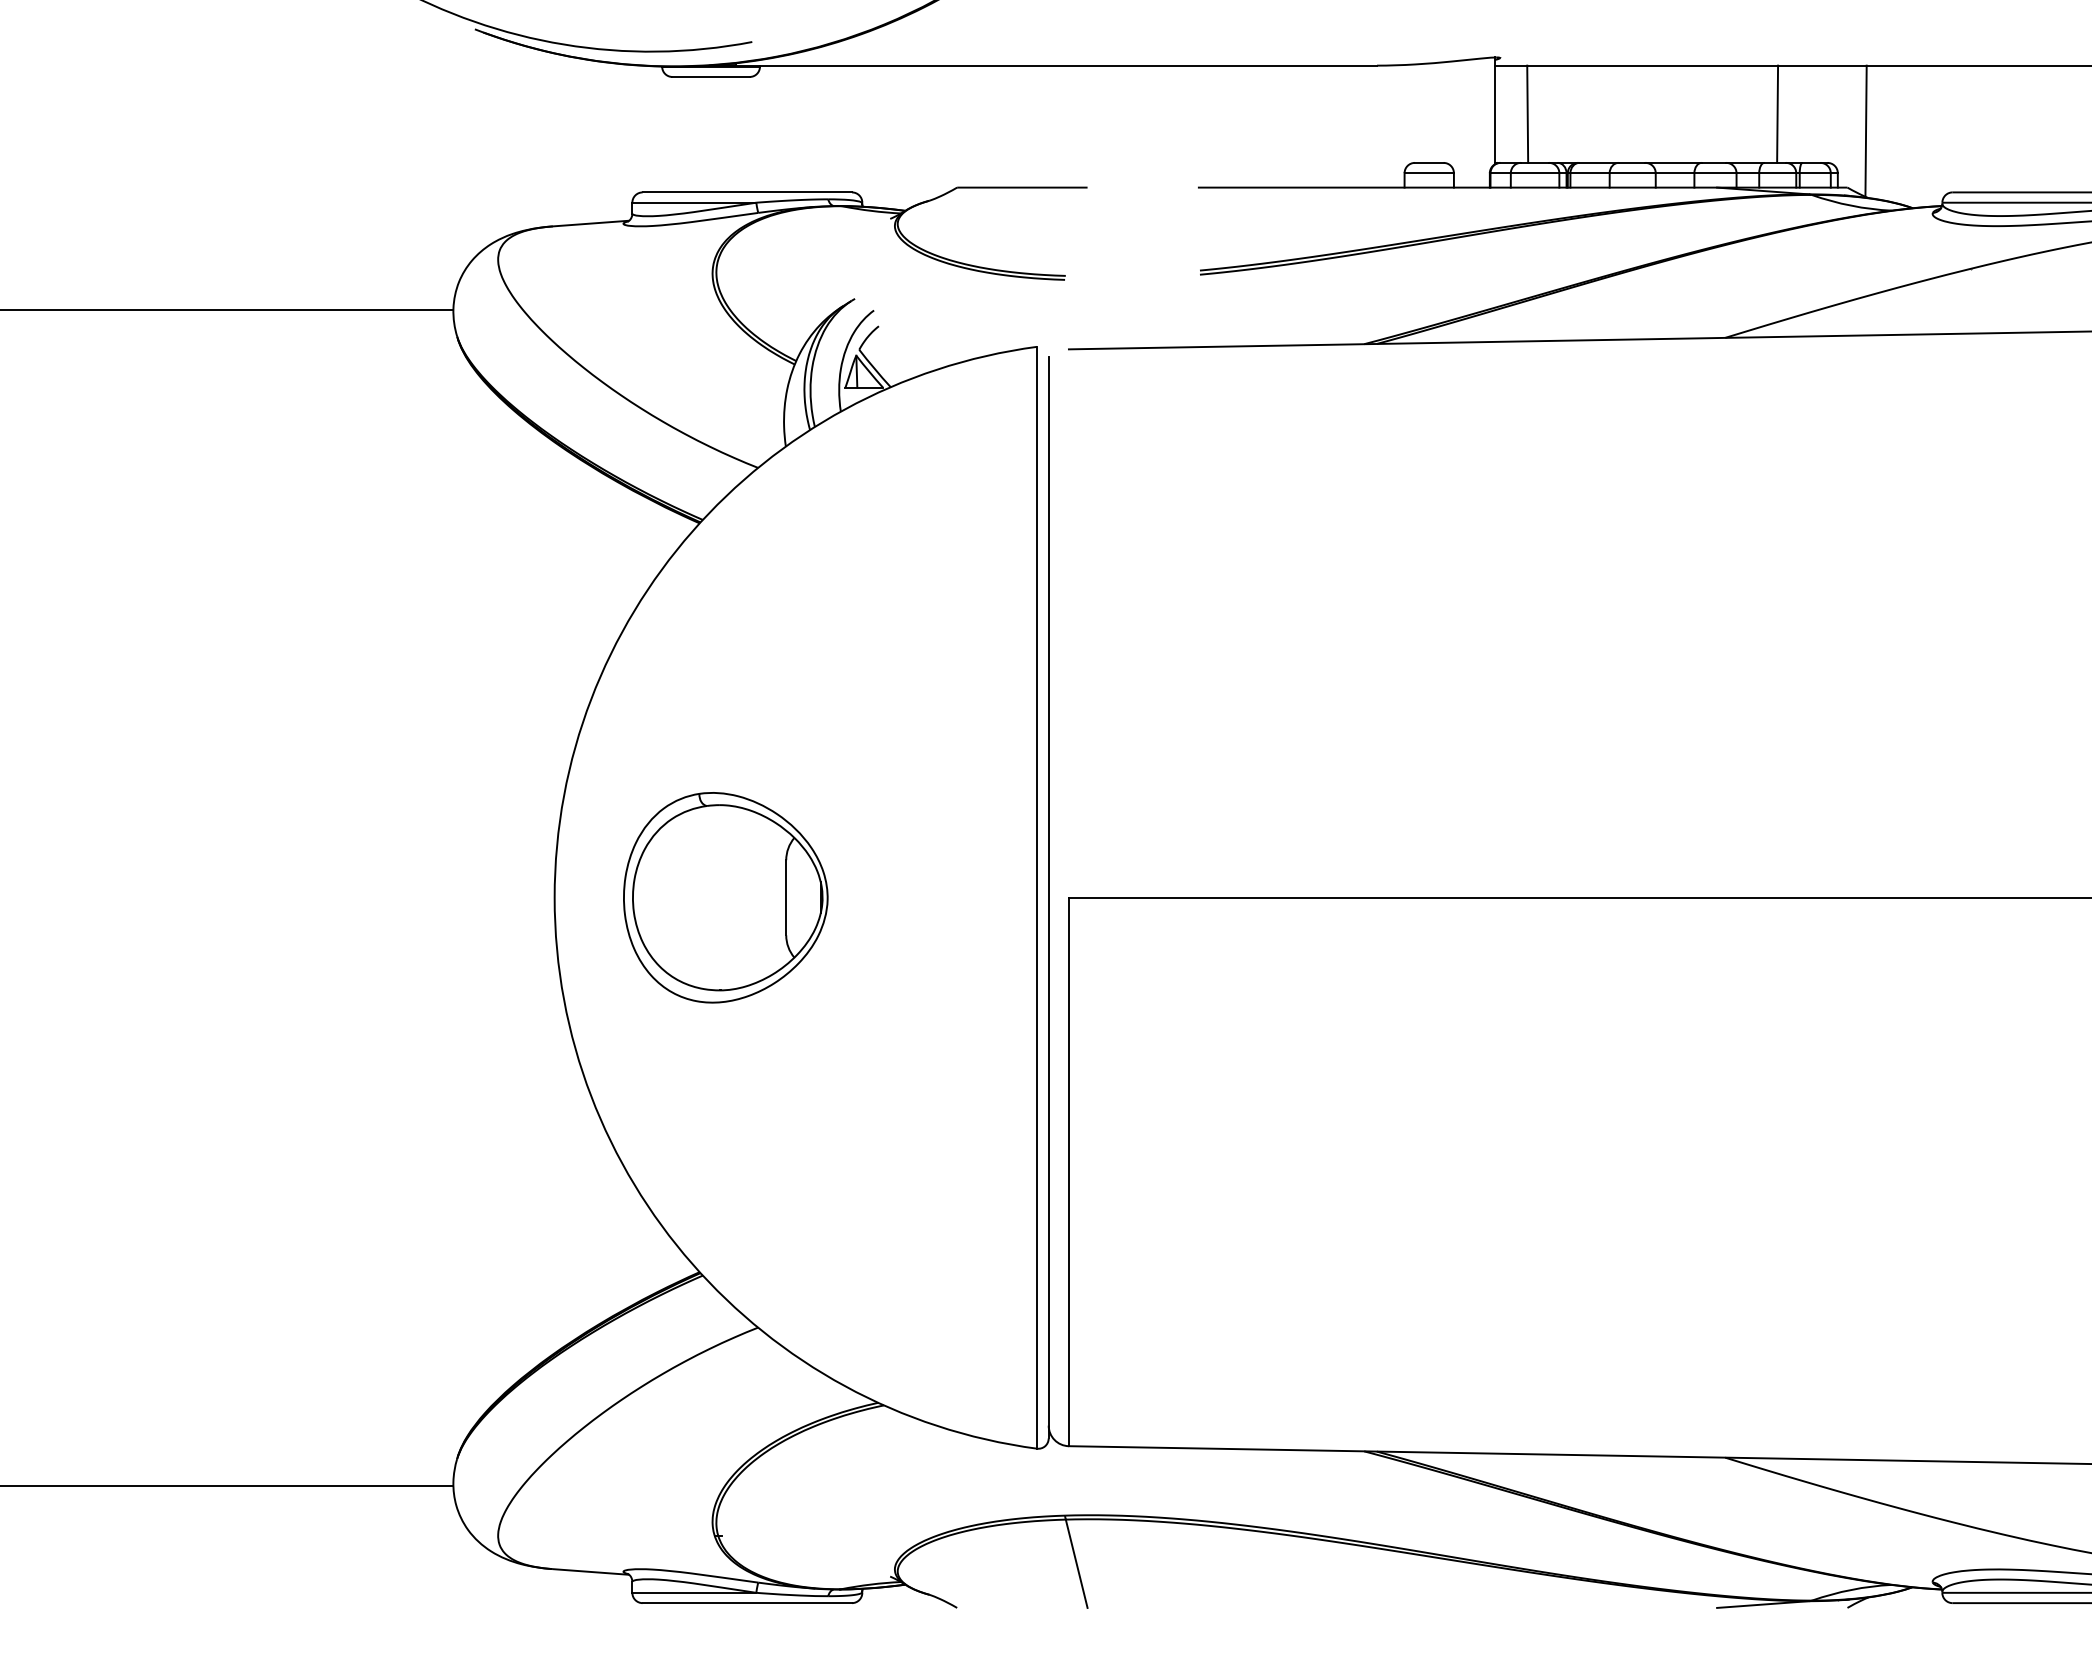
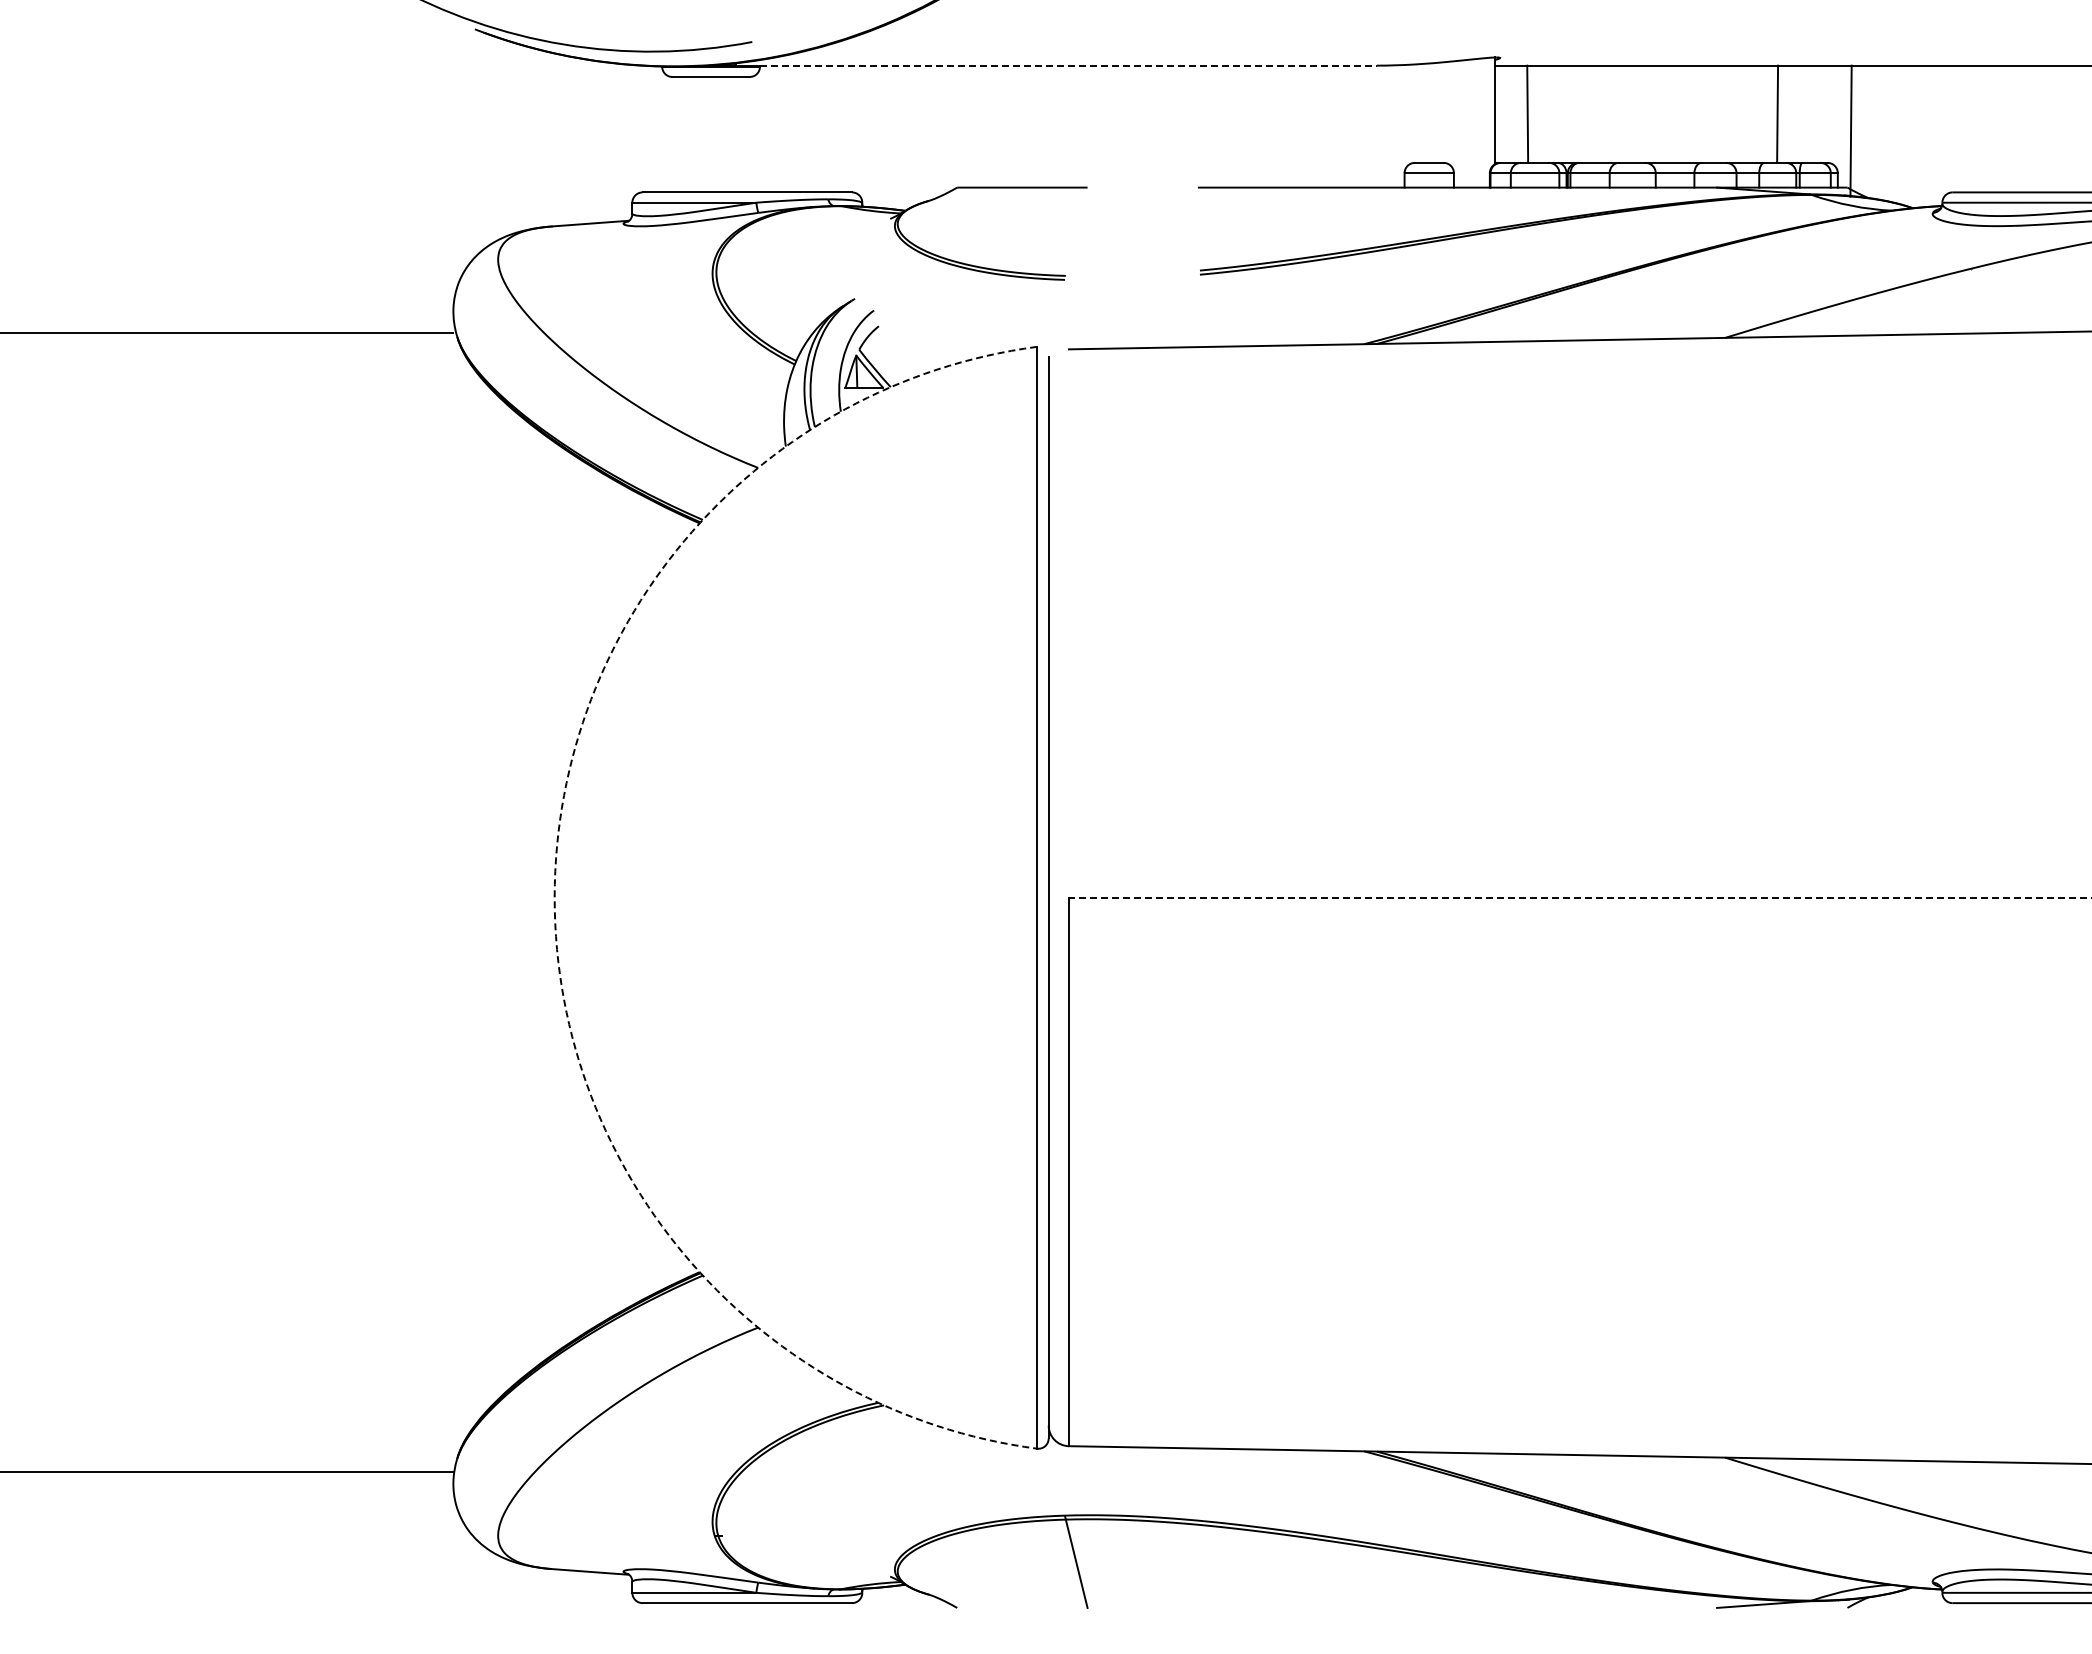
line at (1068, 65): solid -> dashed
line at (1865, 130) position: (1865, 130) -> (1850, 130)
line at (227, 309) position: (227, 309) -> (227, 332)
arc at (554, 897): solid -> dashed
part at (725, 897): present -> none
line at (1579, 897): solid -> dashed
line at (227, 1485) position: (227, 1485) -> (227, 1471)
